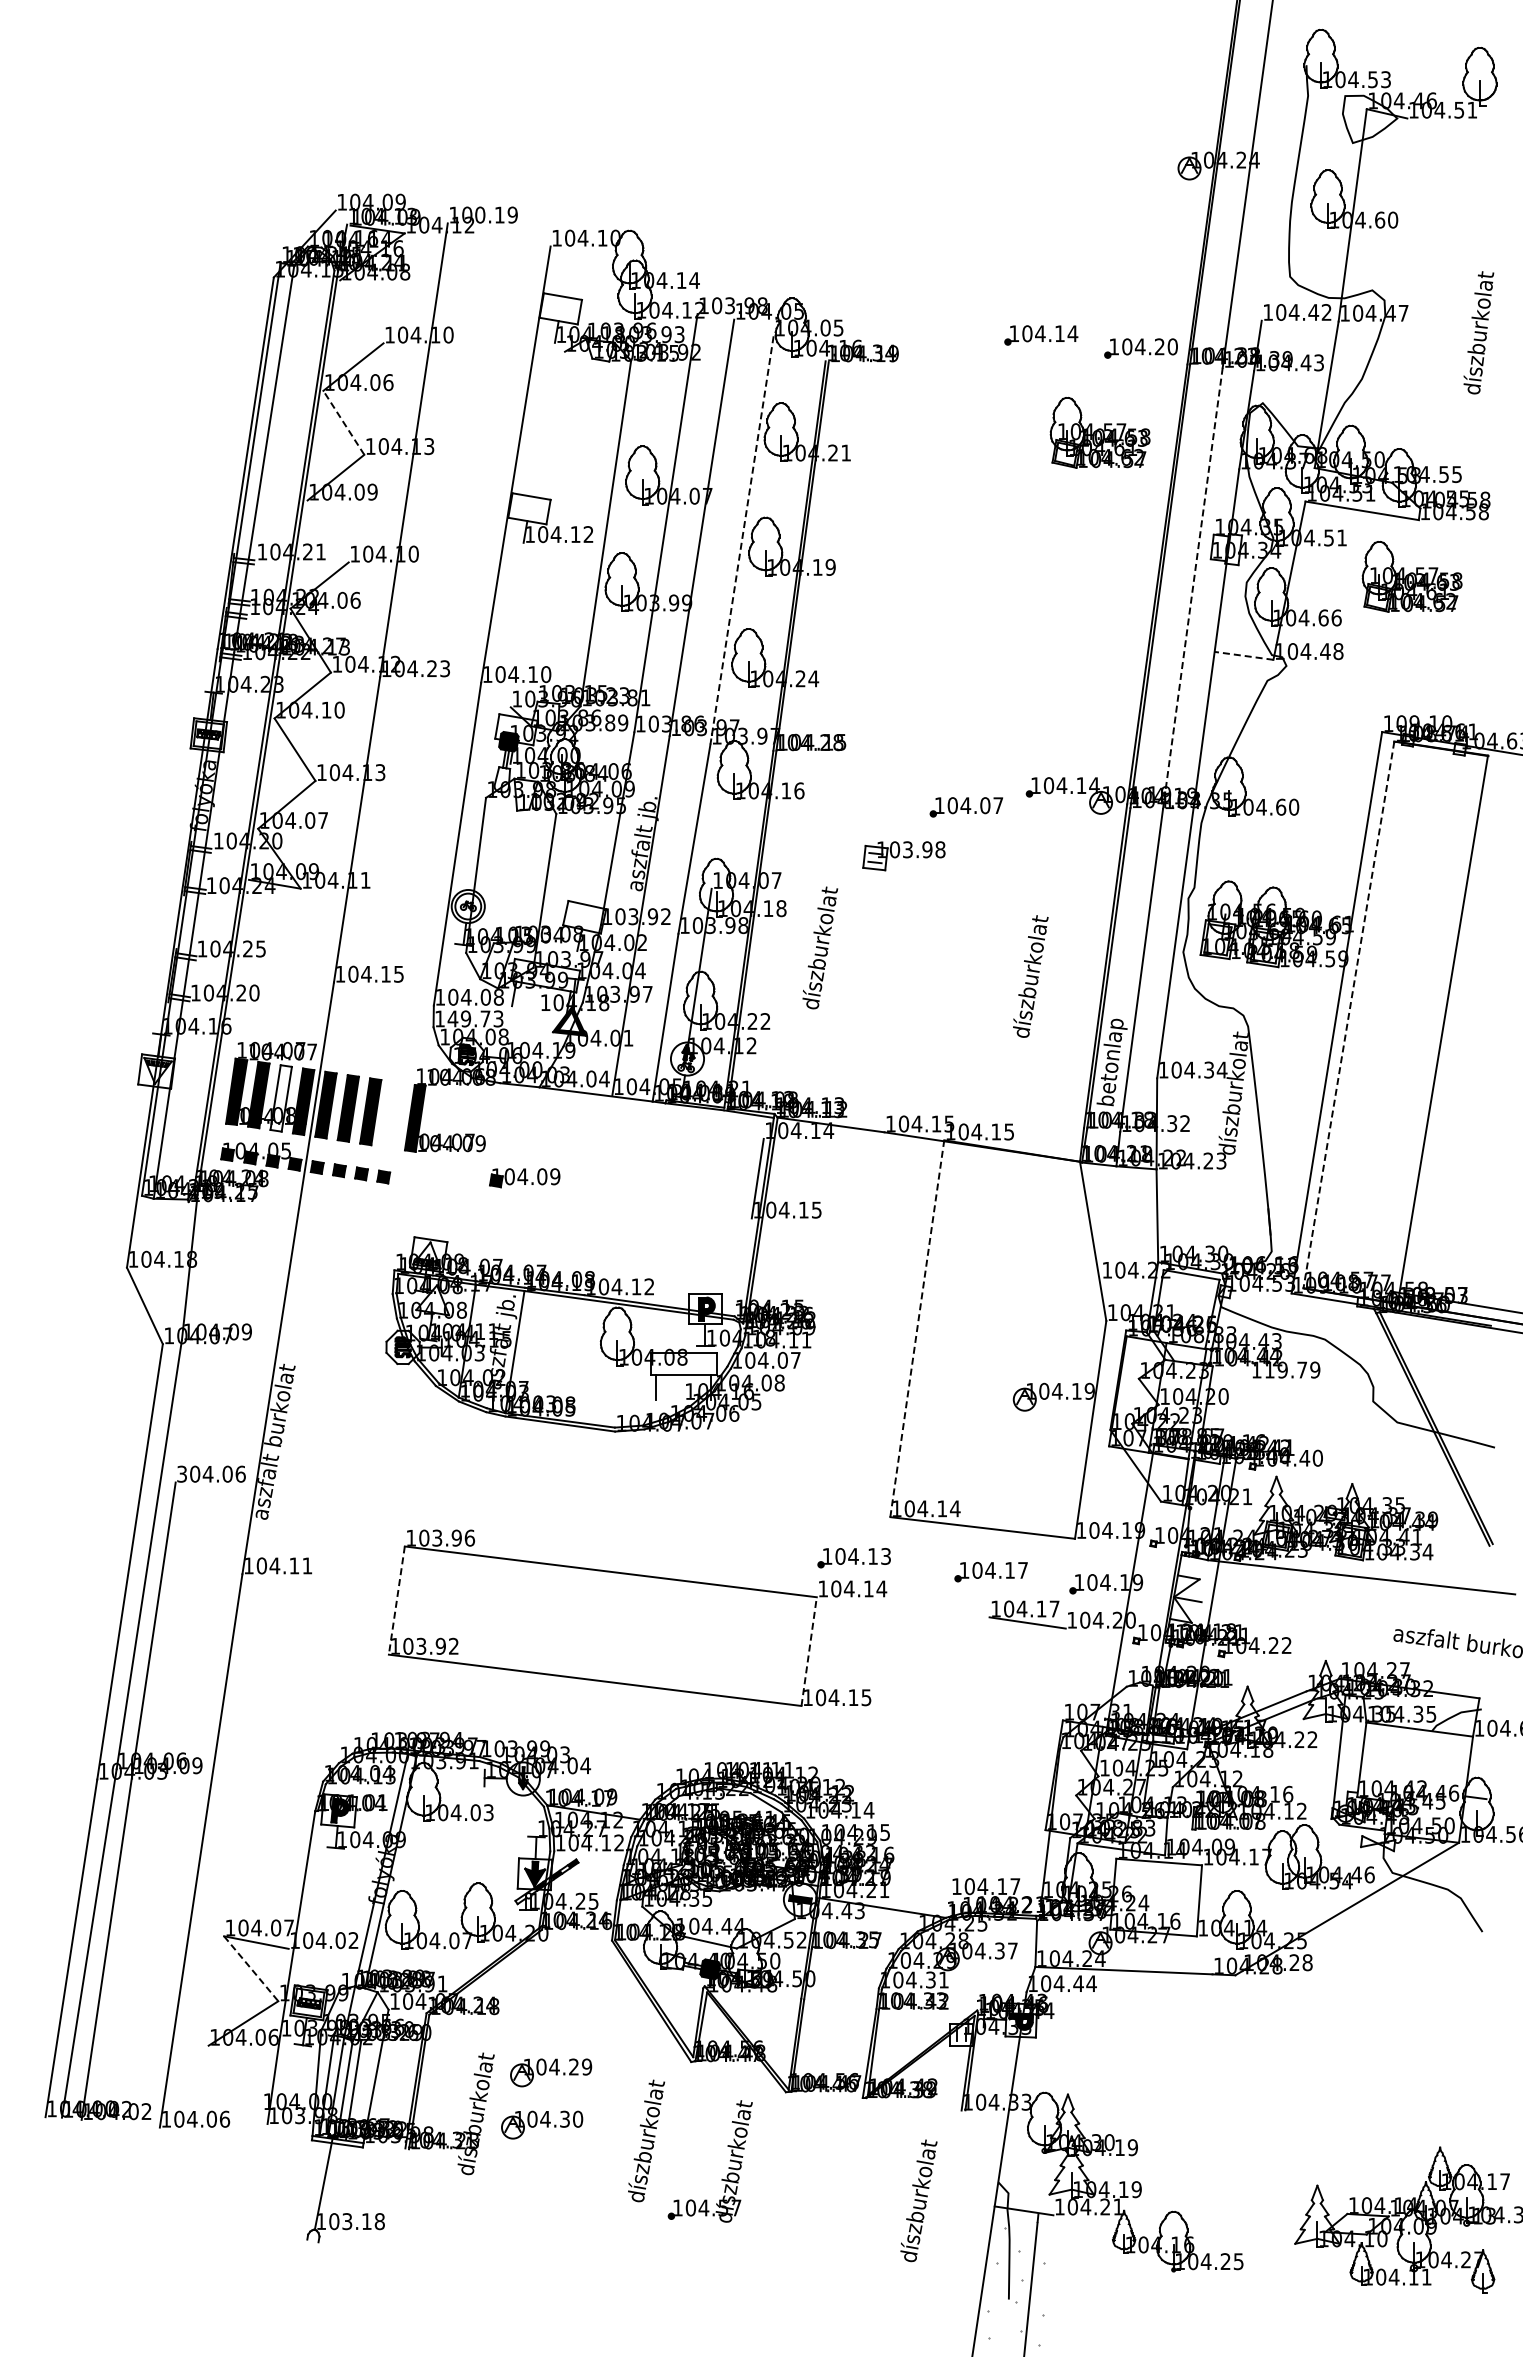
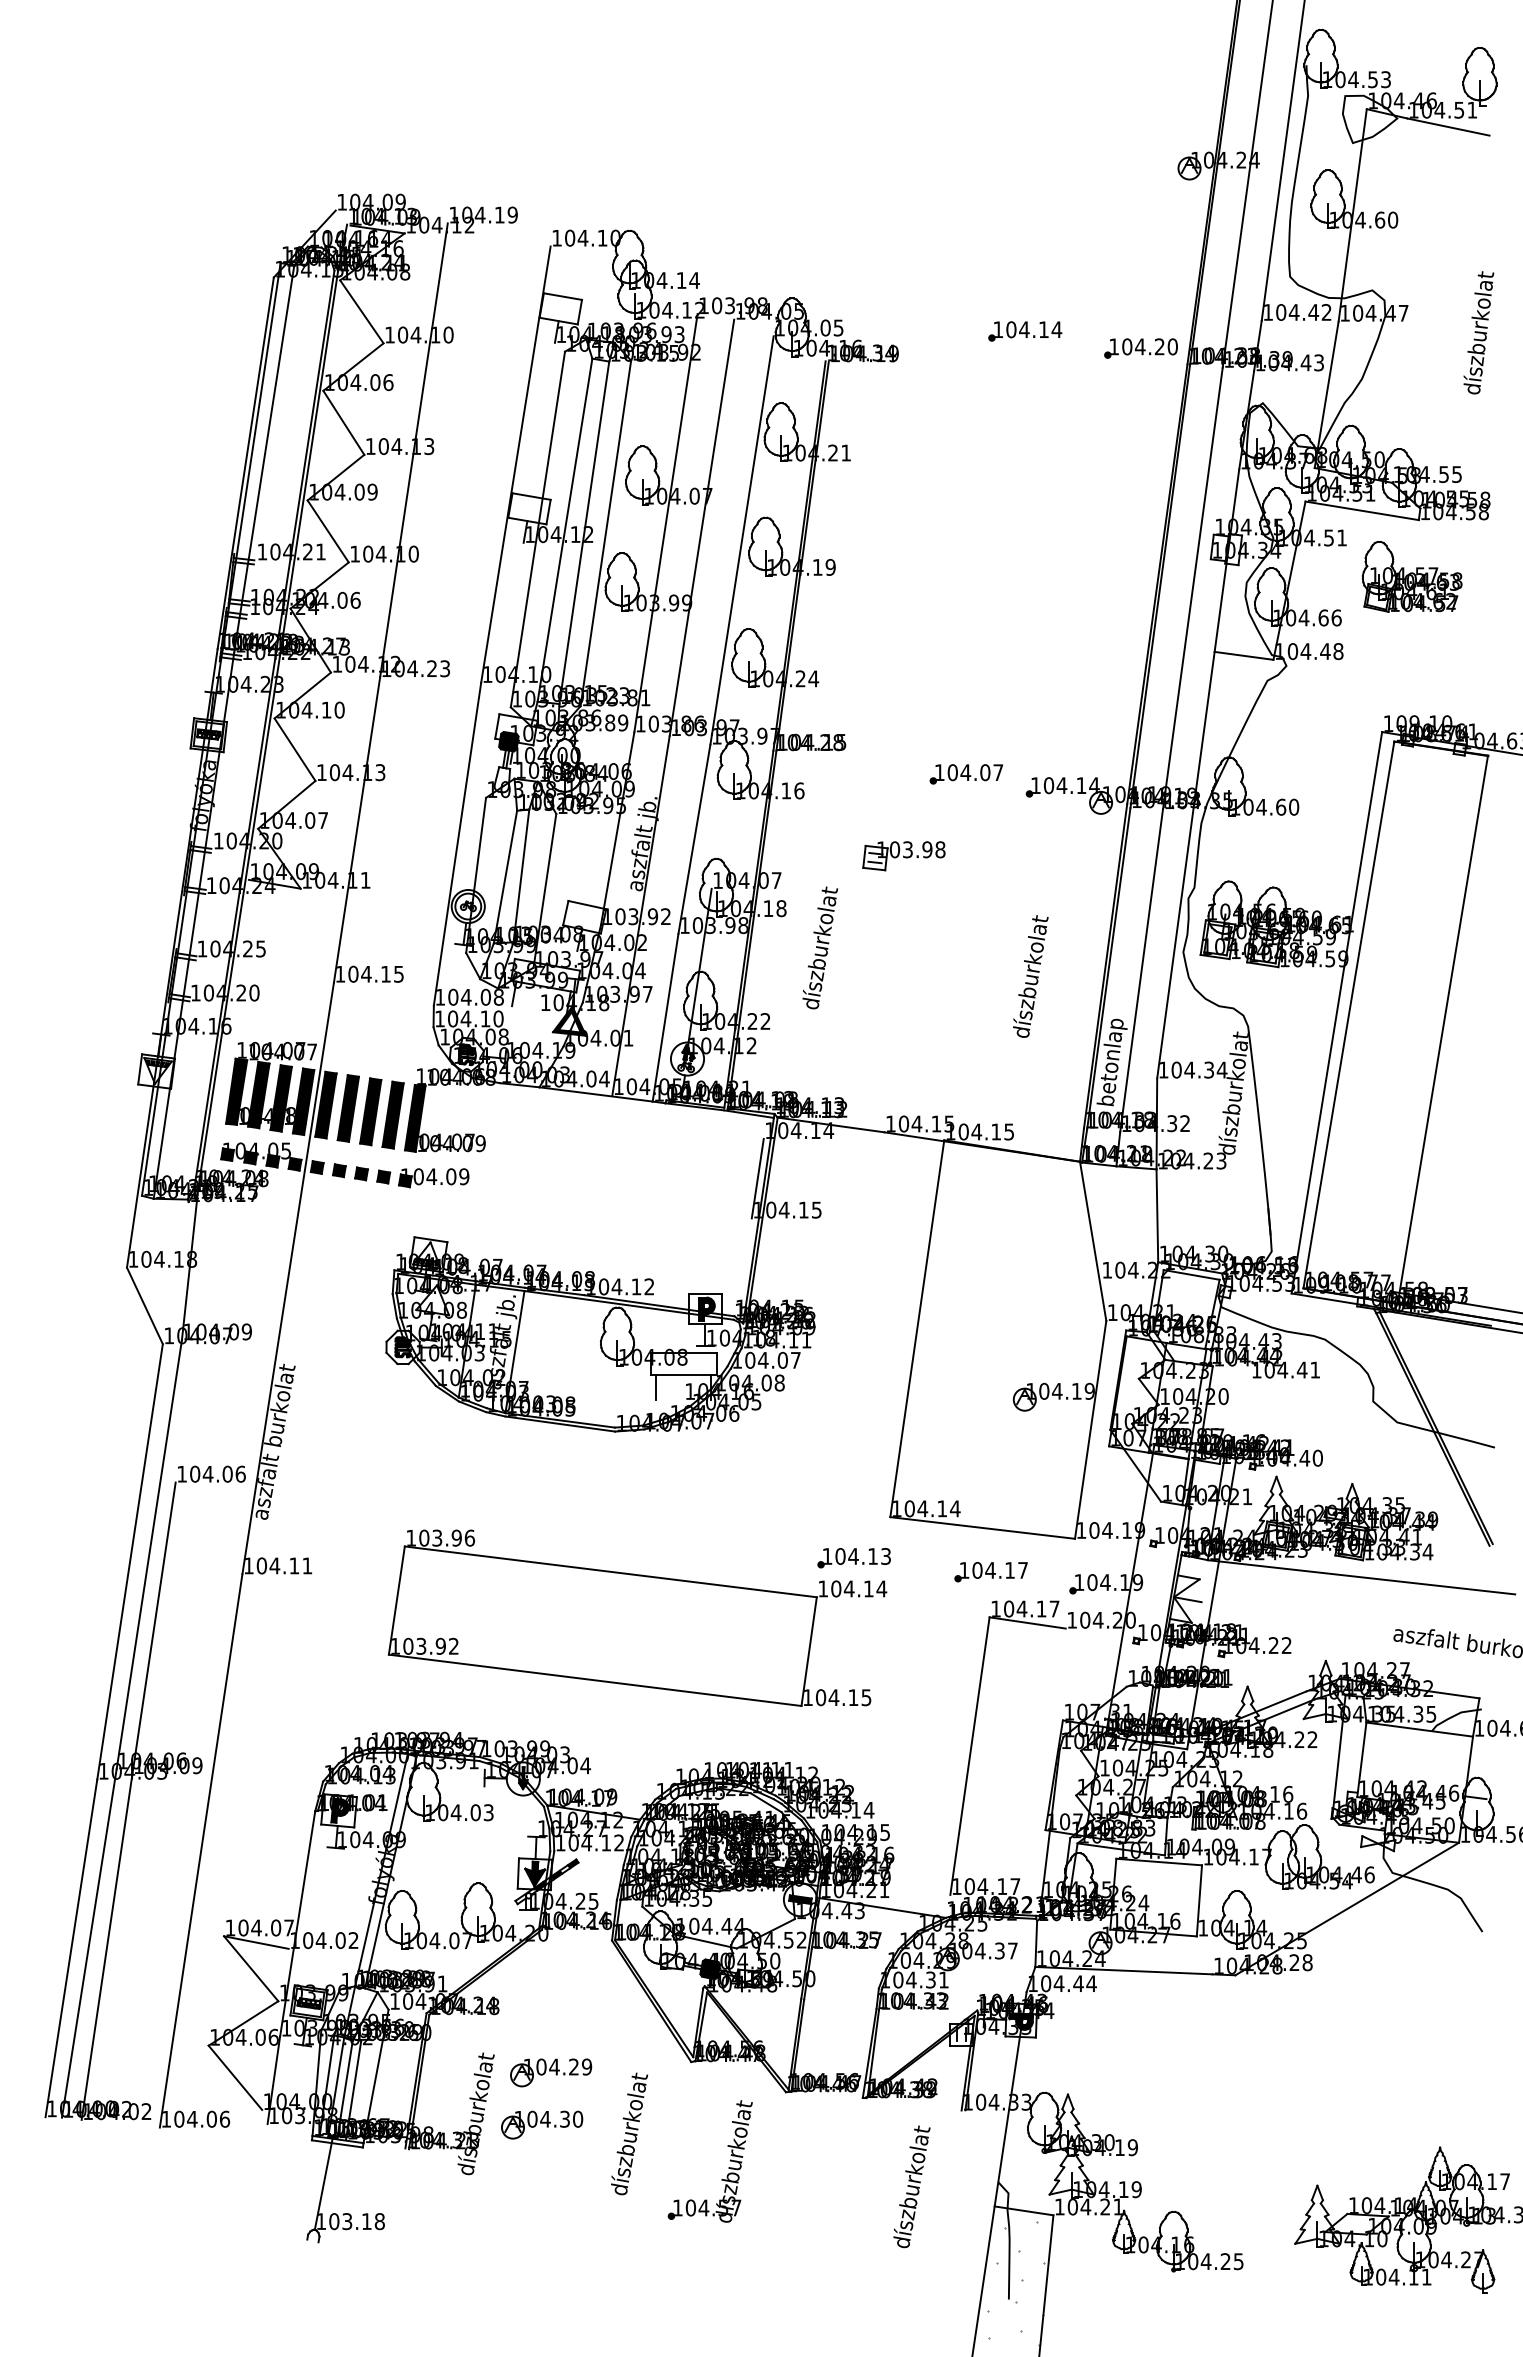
line at (1448, 126): none -> present
line at (1282, 161): none -> present
text at (479, 214): 100.19 -> 104.19
line at (361, 311): none -> present
part at (1041, 335) position: (1041, 335) -> (1025, 331)
line at (343, 422): dashed -> solid
part at (1099, 432): present -> none
line at (537, 529): none -> present
line at (564, 529): none -> present
line at (327, 531): none -> present
line at (584, 532): none -> present
line at (742, 540): dashed -> solid
line at (1192, 588): dashed -> solid
line at (1244, 655): dashed -> solid
part at (965, 807) position: (965, 807) -> (965, 774)
line at (521, 875): none -> present
line at (505, 876): none -> present
line at (1348, 1015): dashed -> solid
text at (475, 1018): 149.73 -> 104.10
fill at (280, 1098): none -> present
part at (392, 1114): none -> present
part at (524, 1178) position: (524, 1178) -> (433, 1178)
line at (917, 1328): dashed -> solid
text at (1292, 1369): 119.79 -> 104.41
text at (181, 1473): 304.06 -> 104.06
line at (396, 1600): dashed -> solid
line at (809, 1651): dashed -> solid
line at (969, 1755): none -> present
text at (1302, 1810): 104.12 -> 104.16
line at (251, 1969): dashed -> solid
line at (235, 2077): none -> present
text at (646, 2140) position: (646, 2140) -> (629, 2133)
text at (918, 2200) position: (918, 2200) -> (911, 2186)
line at (1031, 2283) position: (1031, 2283) -> (1046, 2284)
